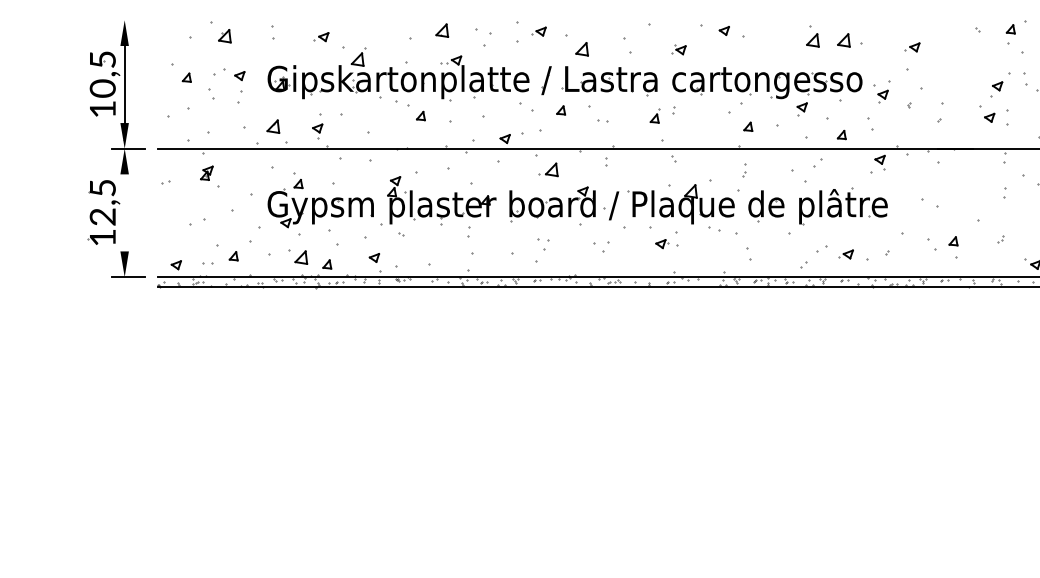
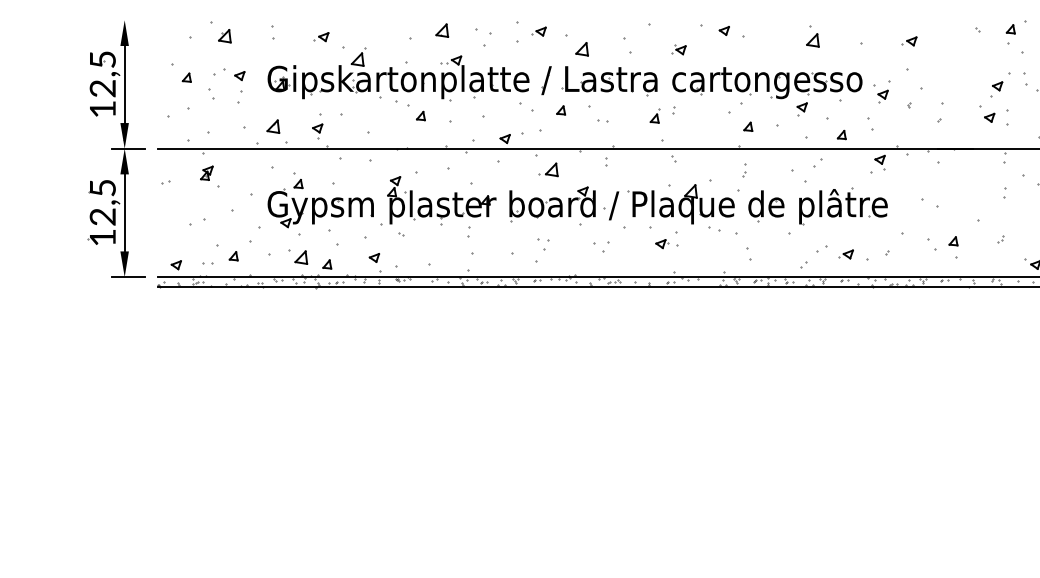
part at (843, 40): present -> none
part at (912, 47) position: (912, 47) -> (909, 41)
text at (102, 88): 10,5 -> 12,5
line at (124, 212): none -> present
